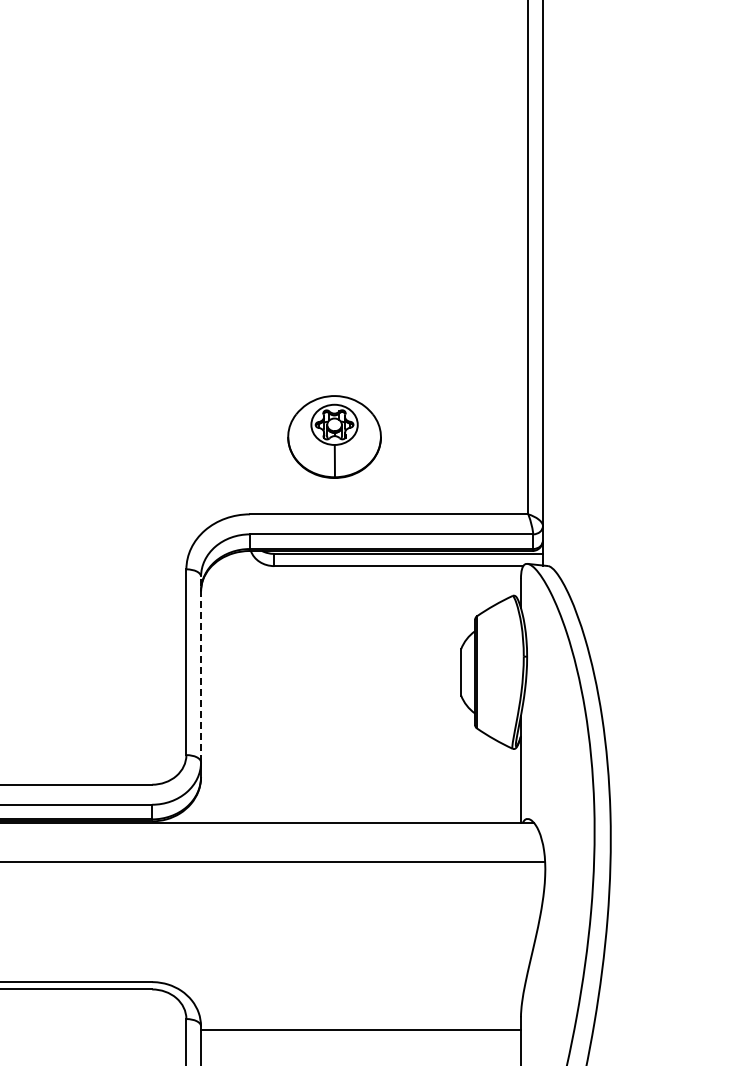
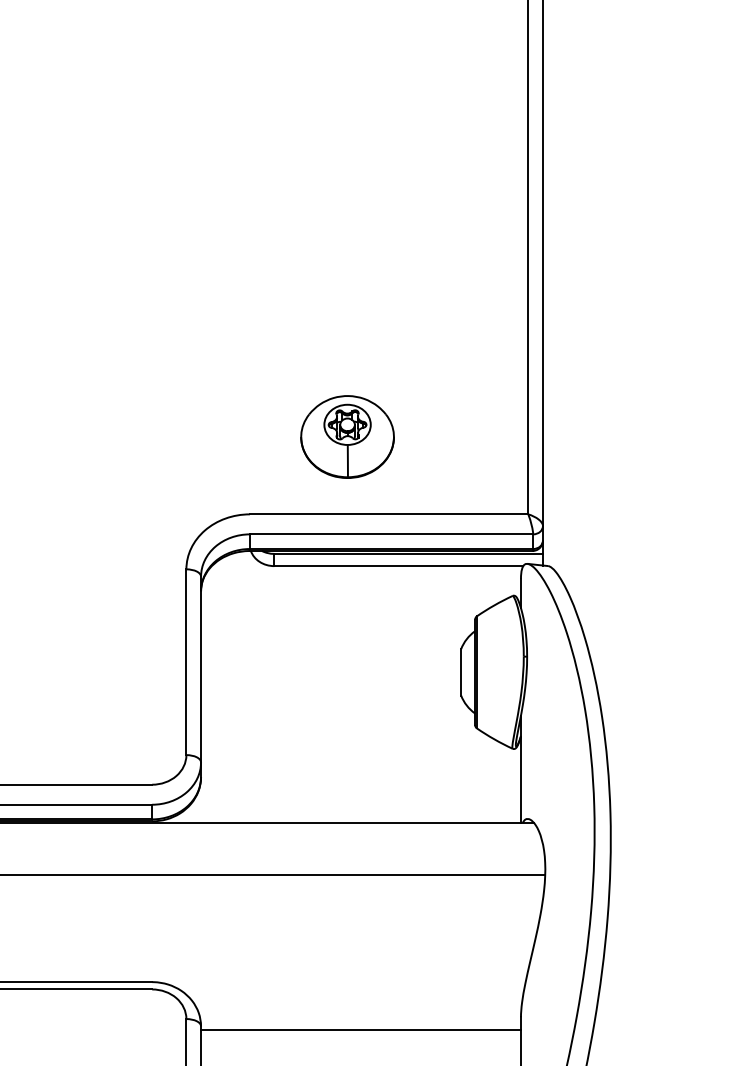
part at (334, 436) position: (334, 436) -> (347, 436)
line at (201, 669): dashed -> solid
line at (273, 861) position: (273, 861) -> (273, 874)
